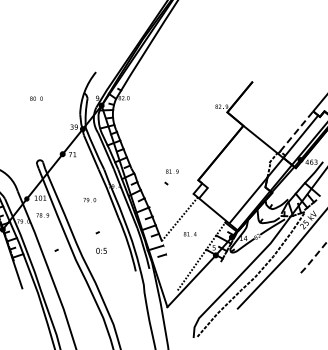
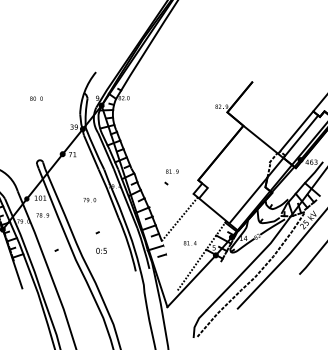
line at (297, 130): dashed -> solid
text at (189, 234) position: (189, 234) -> (189, 243)
line at (312, 259): dashed -> solid
